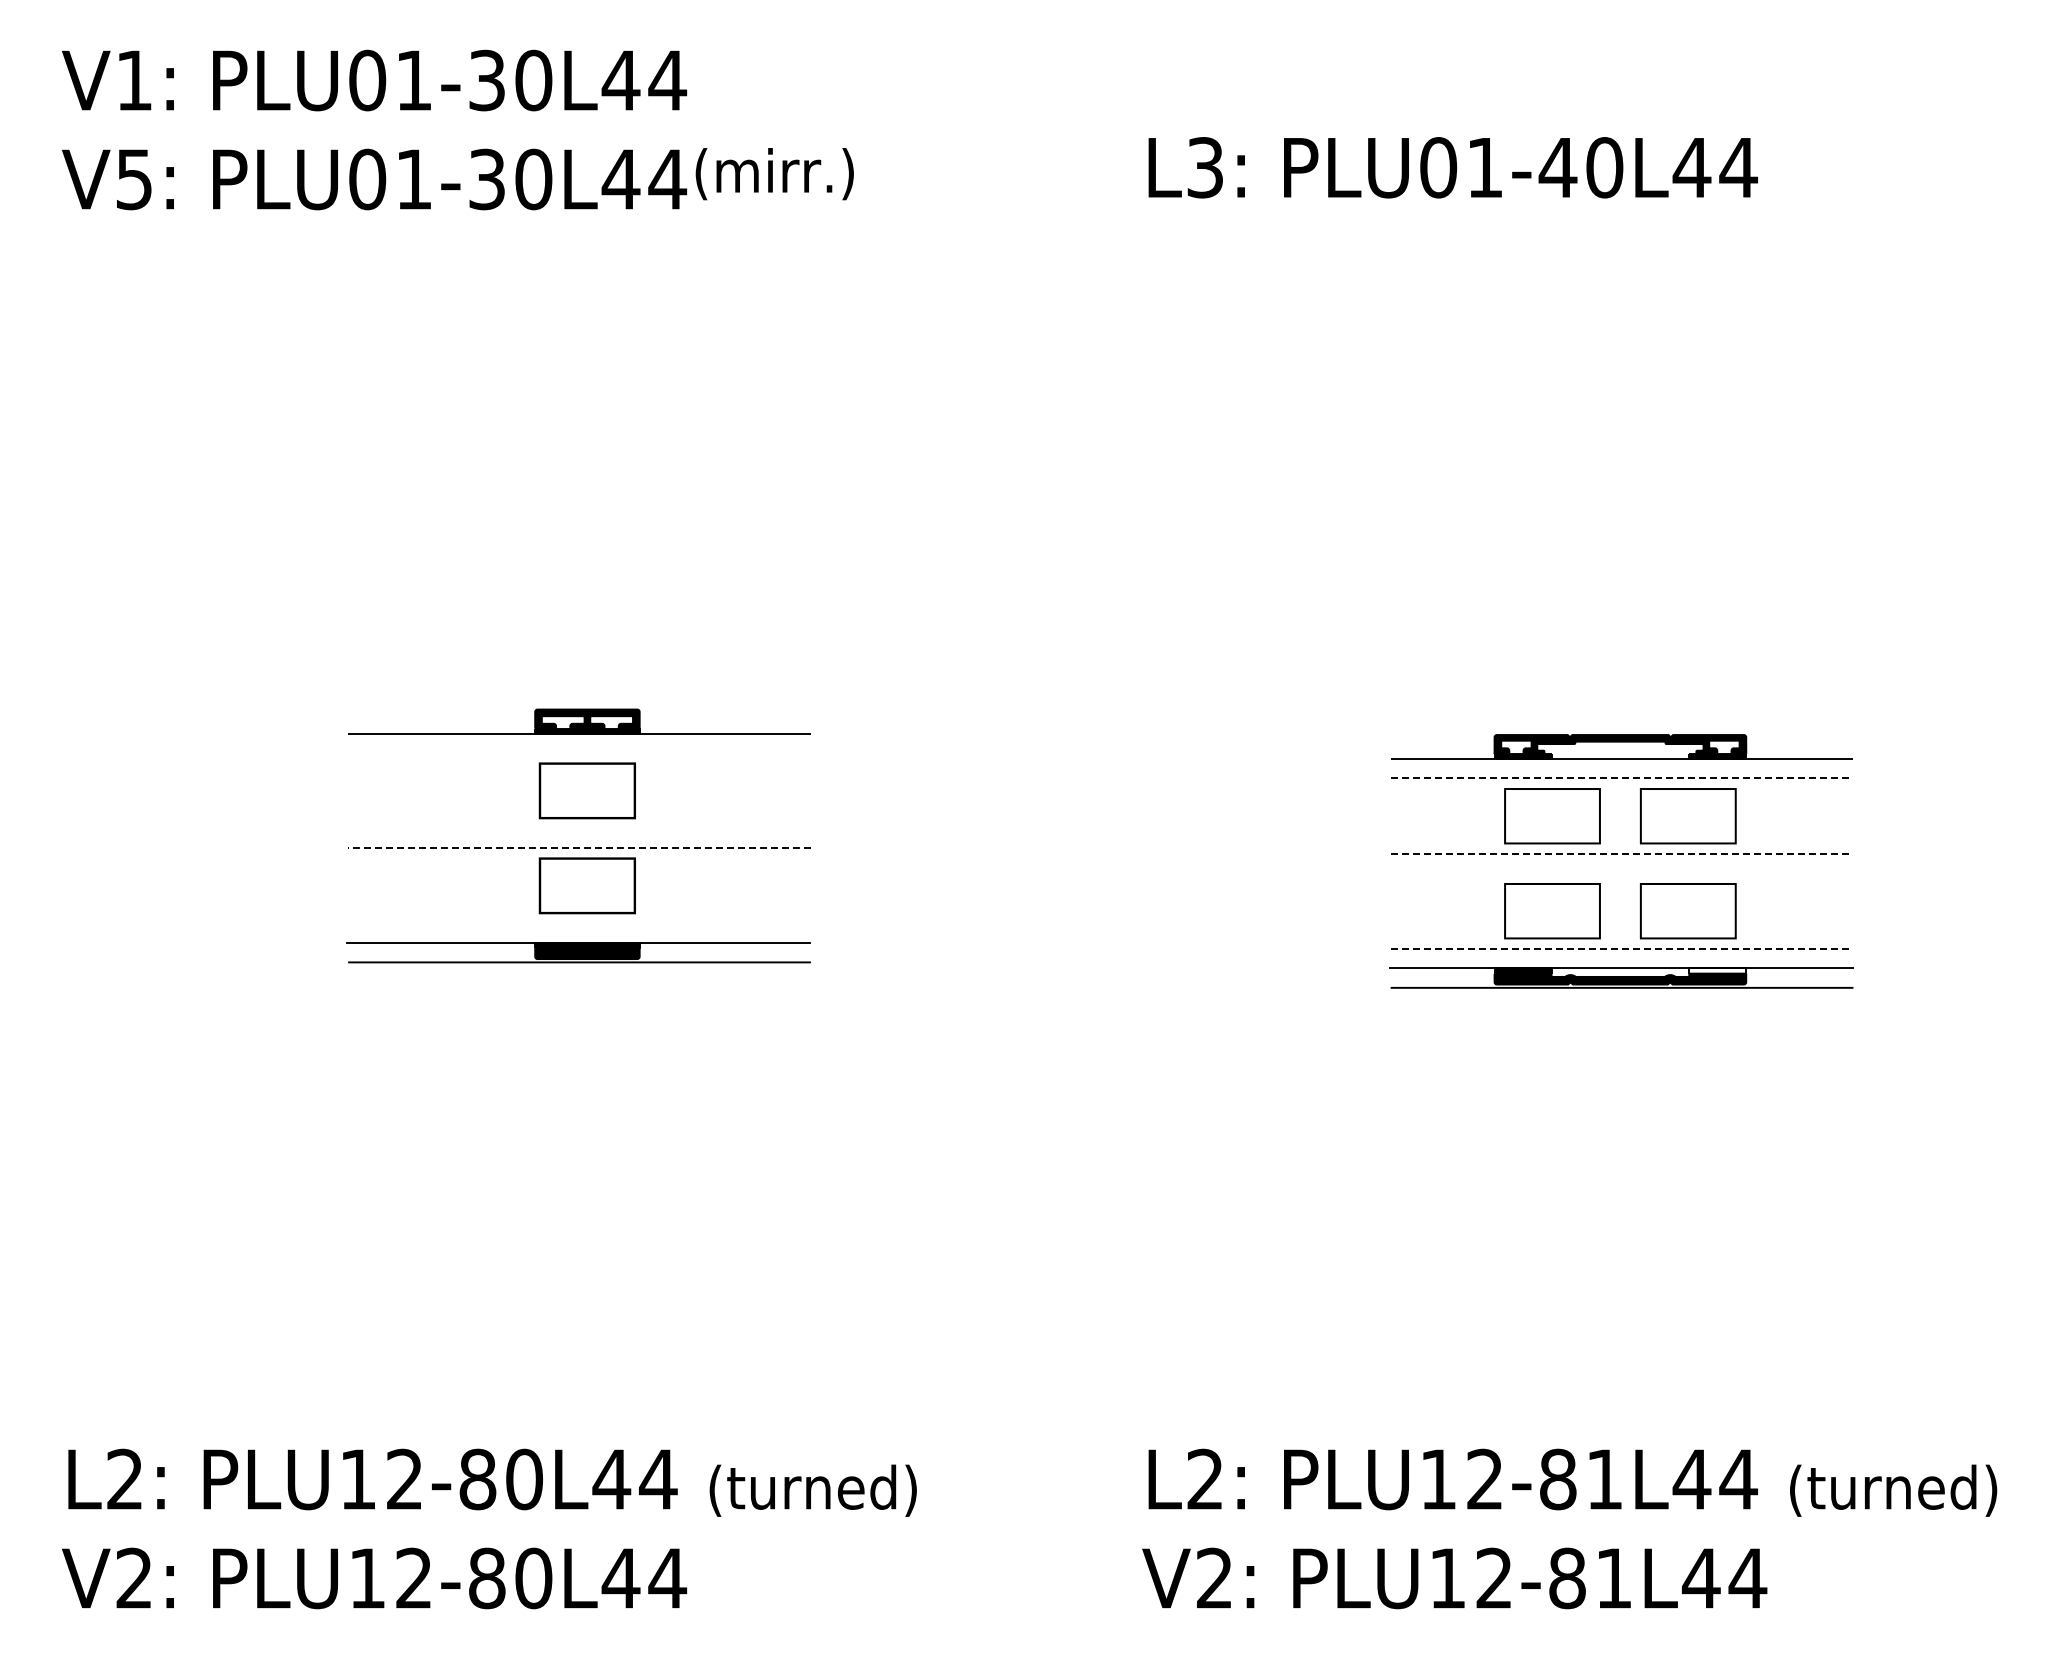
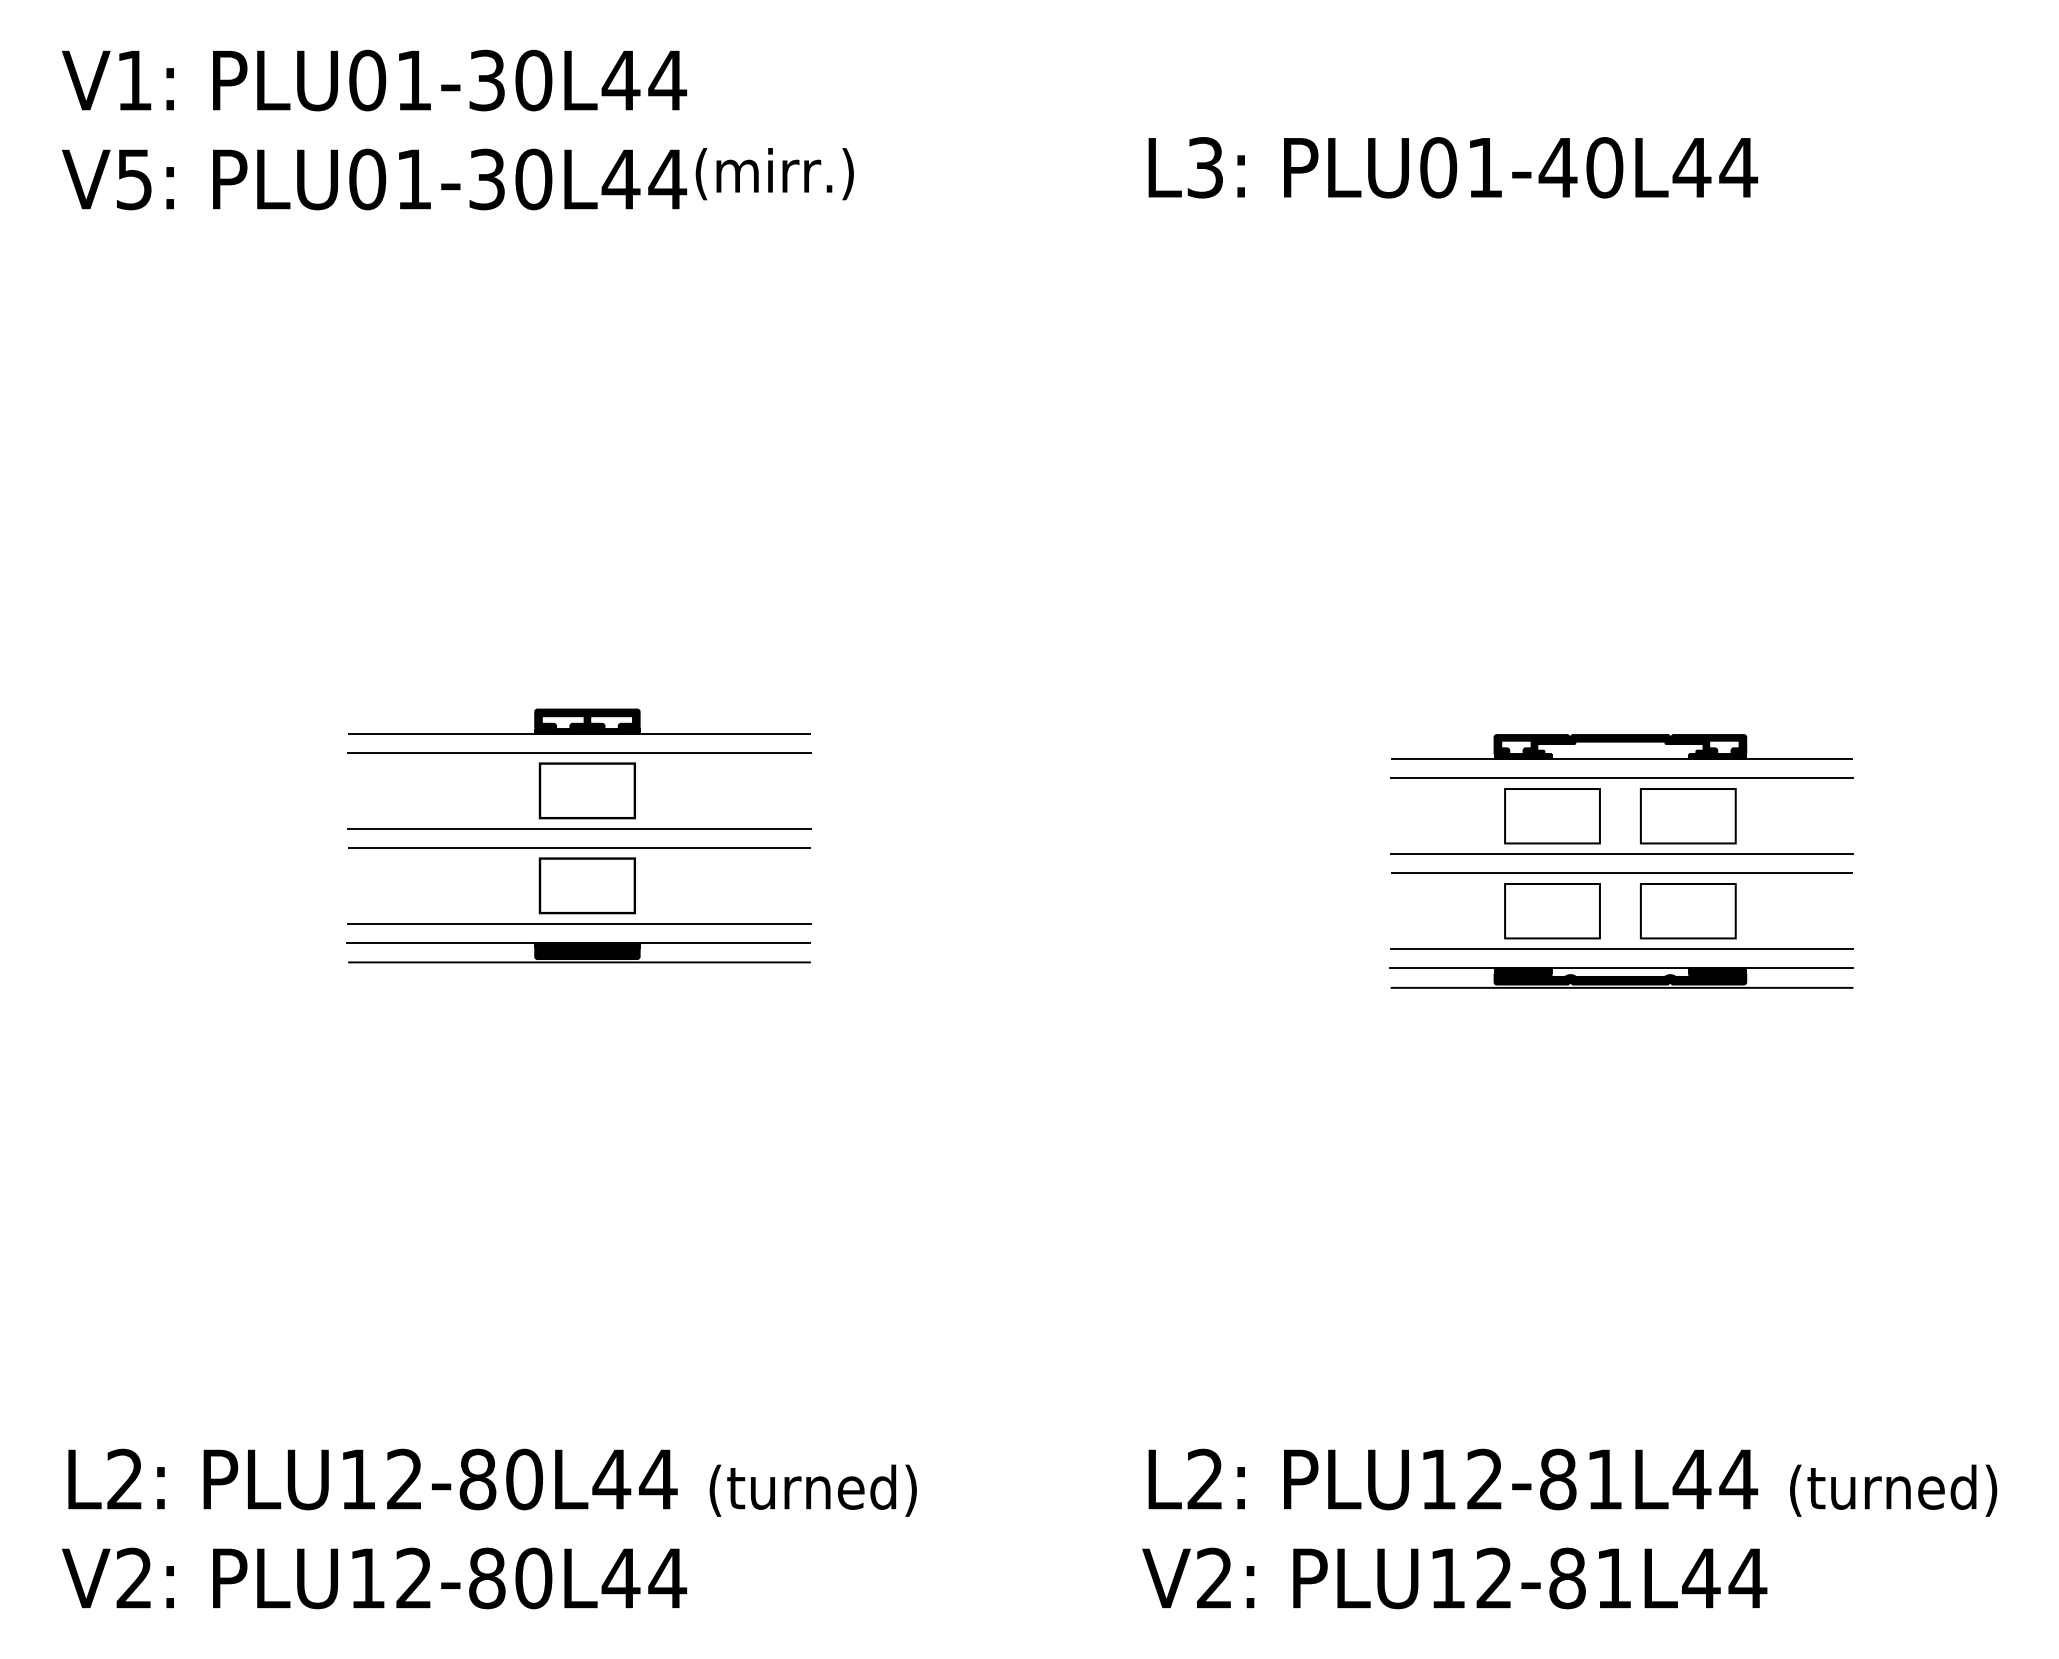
line at (579, 752): none -> present
line at (1622, 778): dashed -> solid
line at (579, 828): none -> present
line at (579, 847): dashed -> solid
line at (1622, 854): dashed -> solid
line at (1621, 872): none -> present
line at (579, 923): none -> present
line at (1622, 949): dashed -> solid
fill at (1717, 970): none -> present
